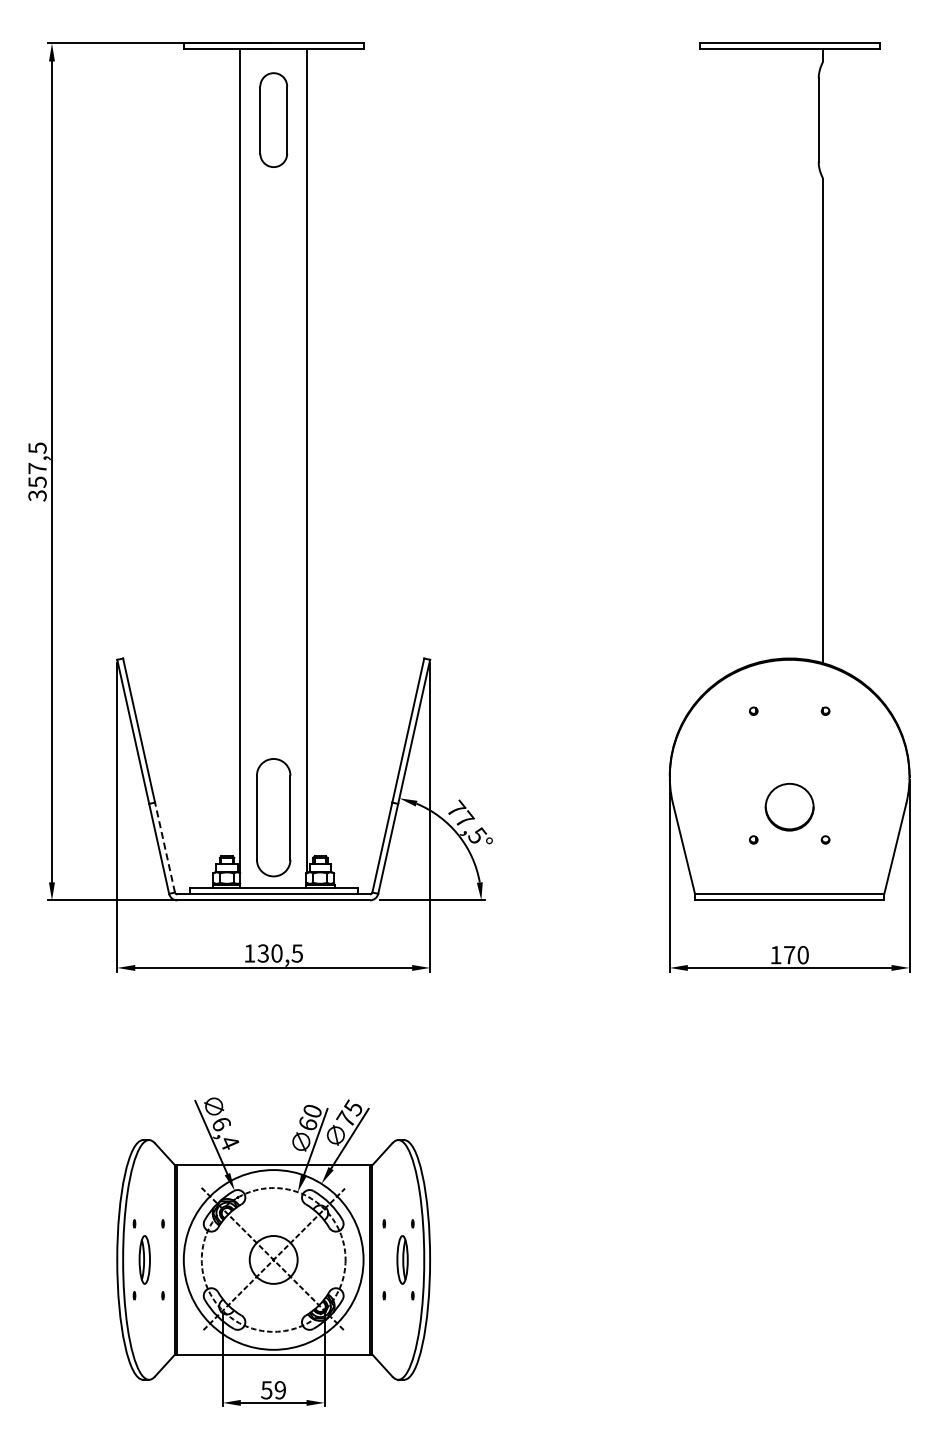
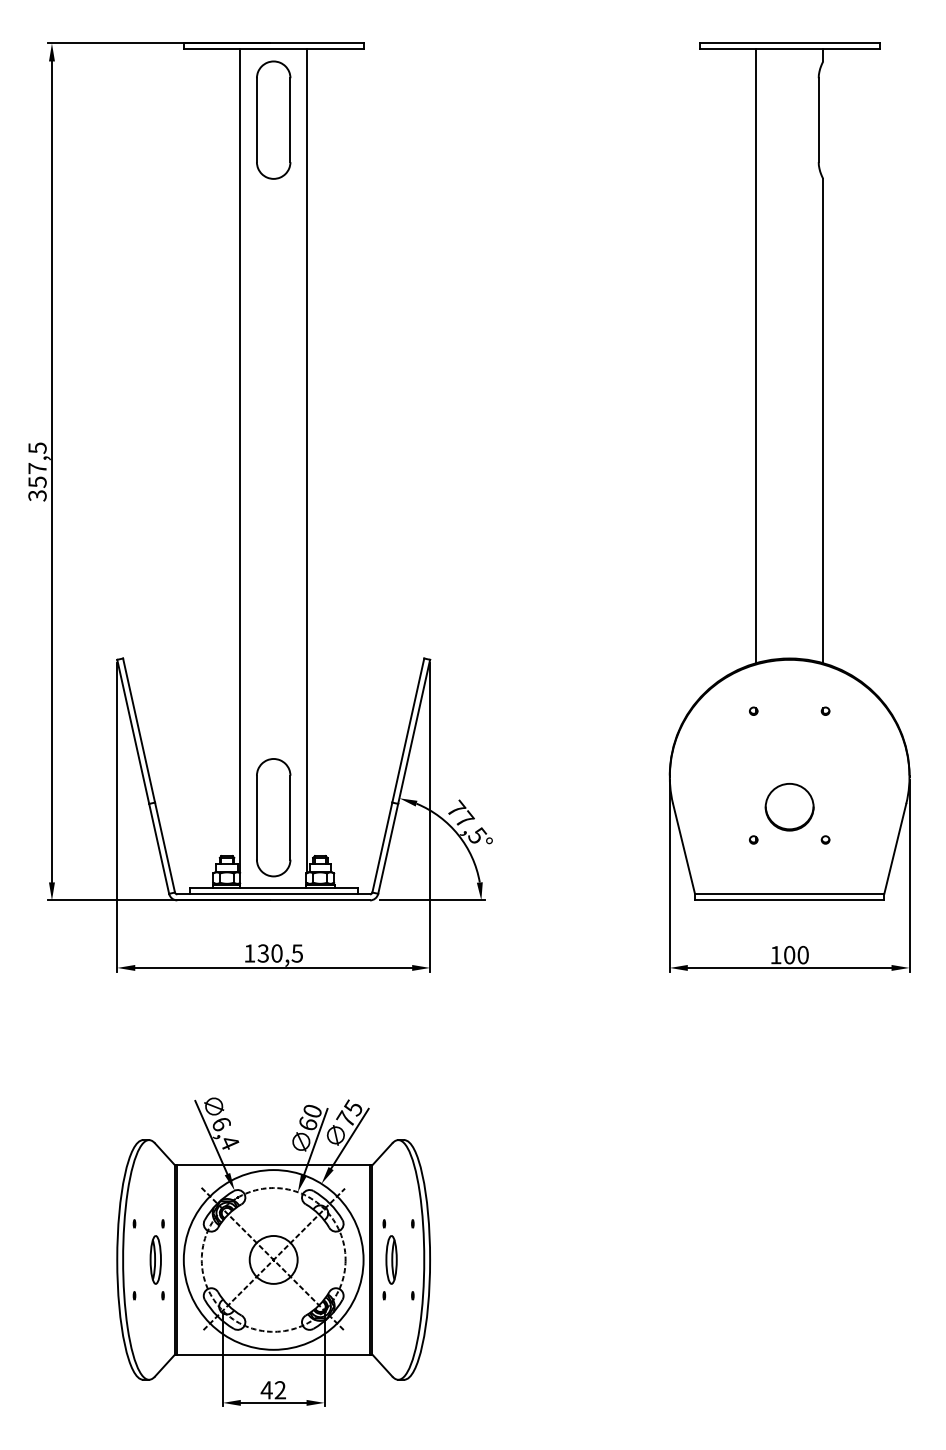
part at (273, 119) size: 29x96 px -> 36x120 px
line at (756, 356): none -> present
line at (164, 847): dashed -> solid
text at (789, 954): 170 -> 100
part at (144, 1259) position: (144, 1259) -> (155, 1259)
part at (402, 1259) position: (402, 1259) -> (391, 1259)
text at (272, 1390): 59 -> 42
